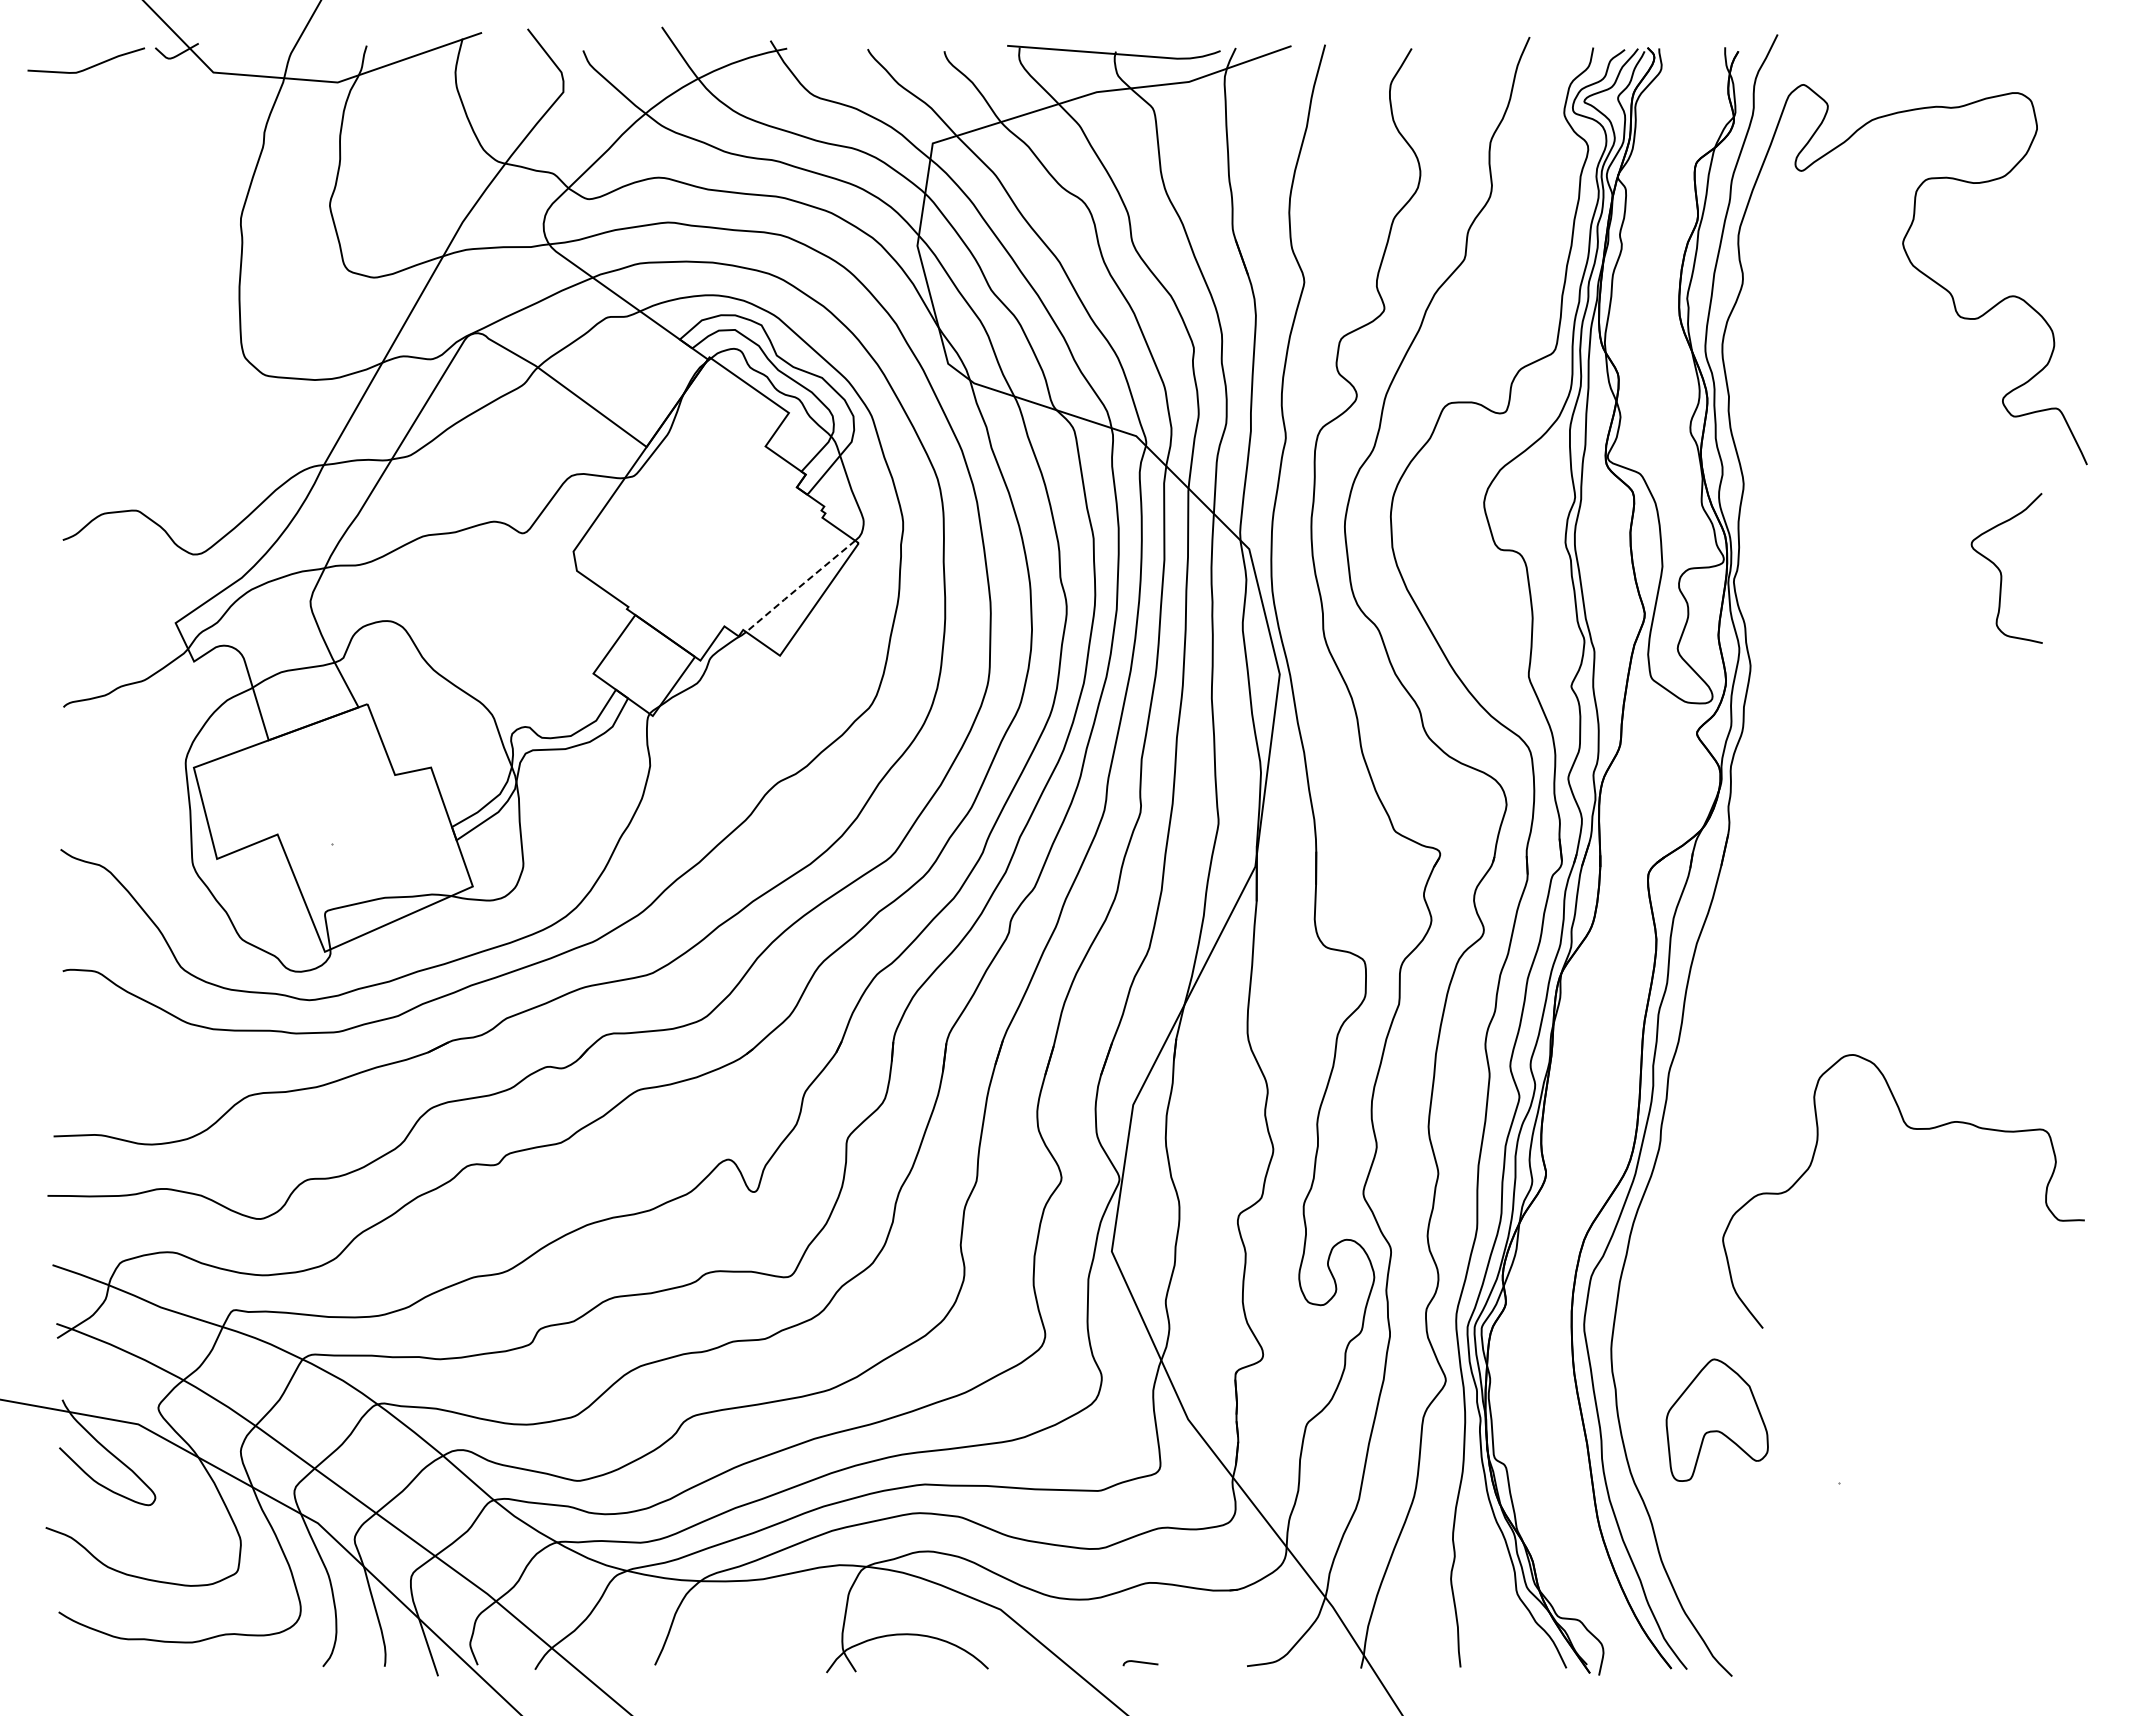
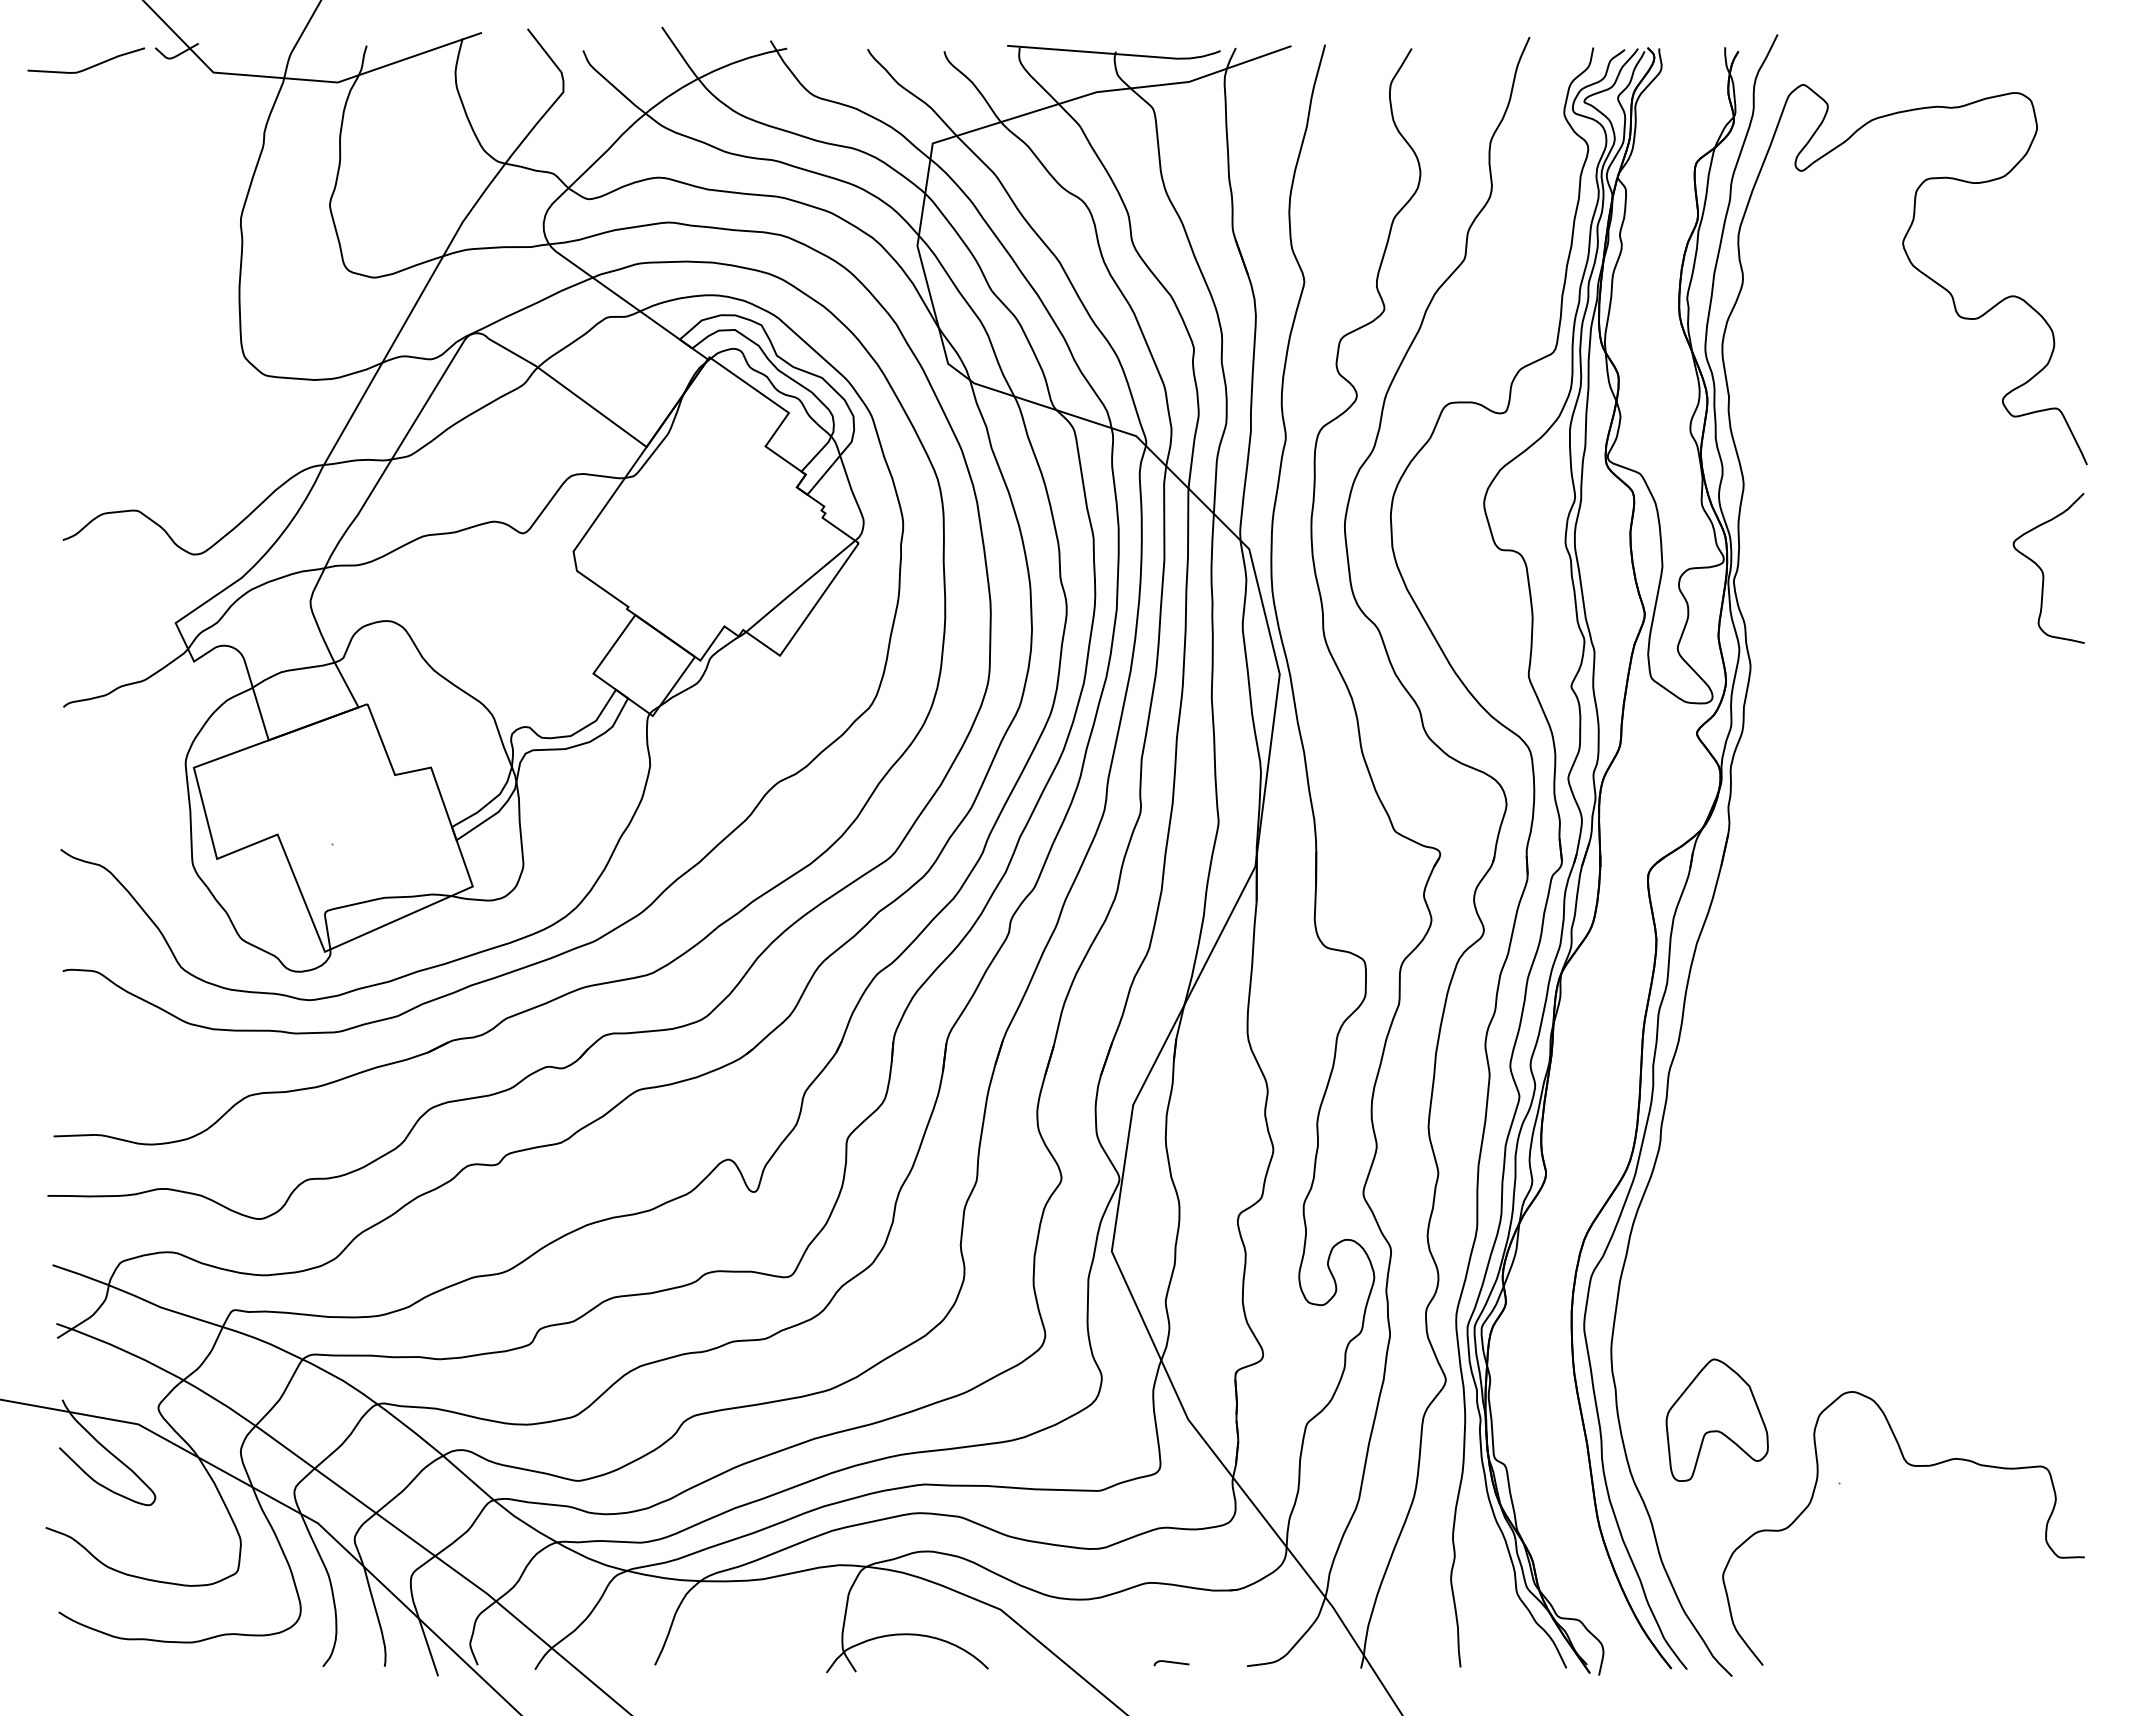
curve at (2001, 571) position: (2001, 571) -> (2043, 571)
line at (799, 586): dashed -> solid
curve at (1911, 1129) position: (1911, 1129) -> (1911, 1466)
curve at (1140, 1663) position: (1140, 1663) -> (1171, 1663)
